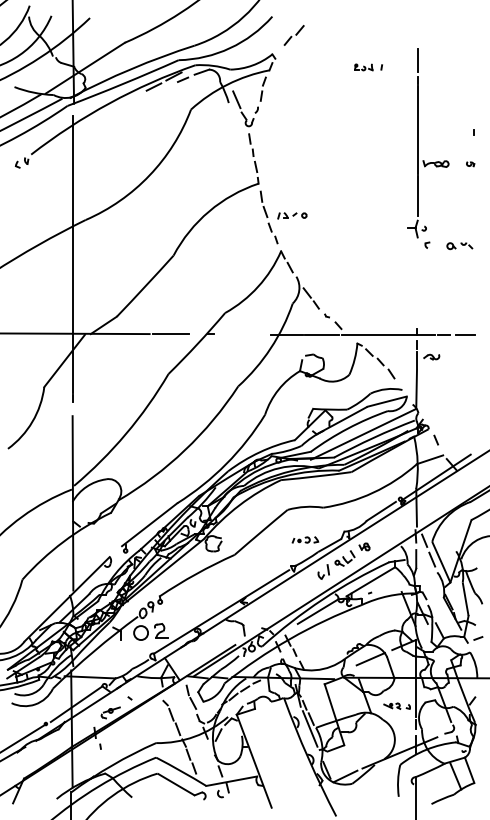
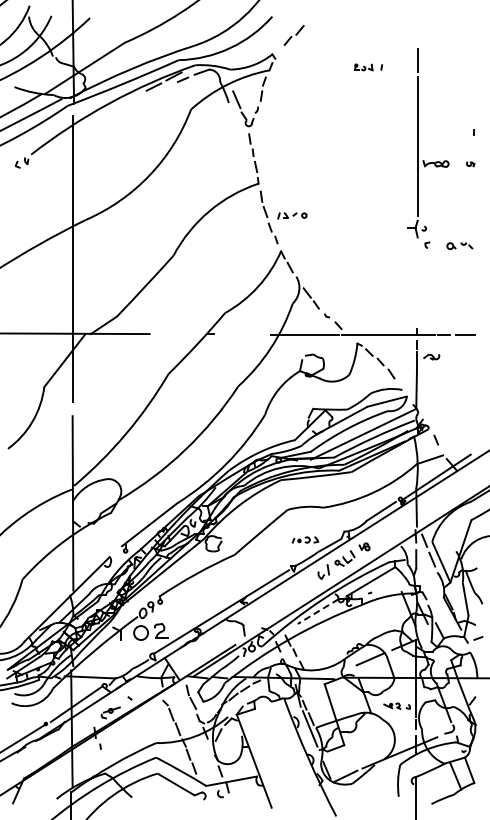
line at (170, 334): present -> none
line at (318, 611): solid -> dashed
